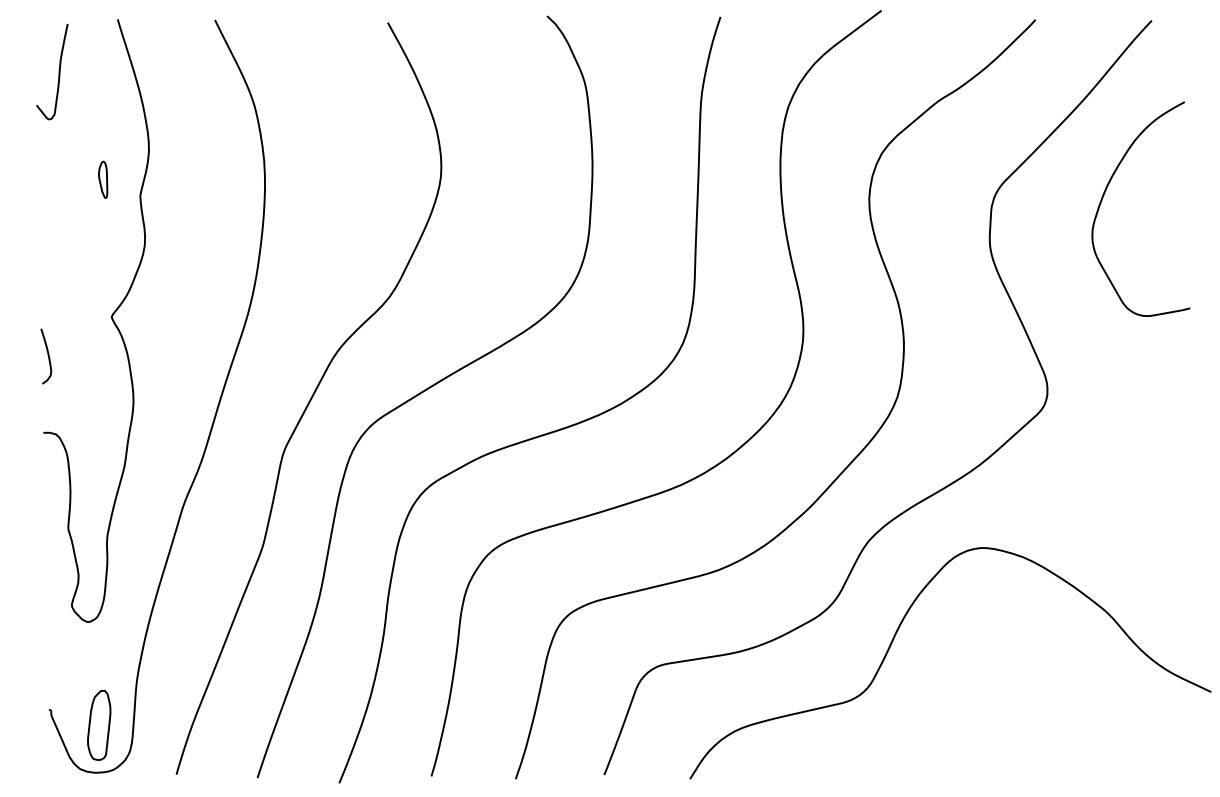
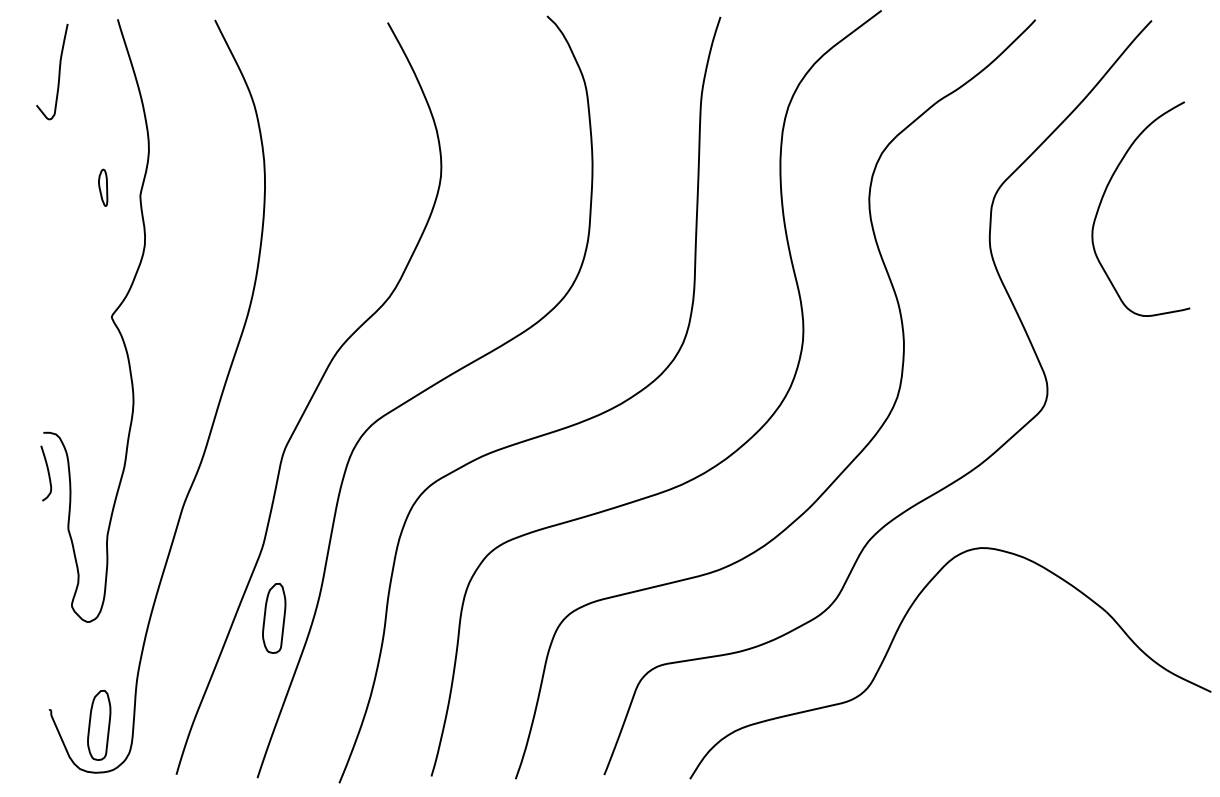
part at (103, 179) position: (103, 179) -> (103, 187)
curve at (47, 355) position: (47, 355) -> (47, 472)
part at (274, 618): none -> present
